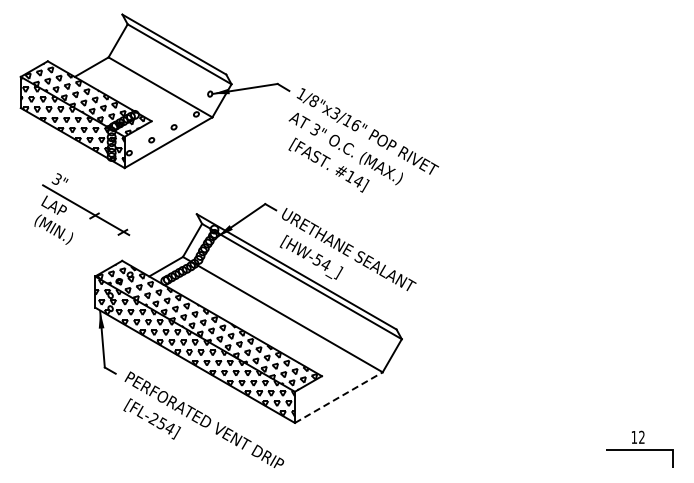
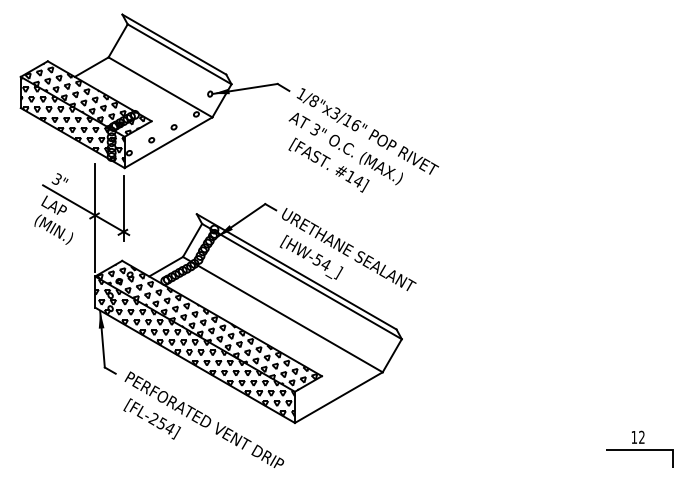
line at (123, 208): none -> present
line at (95, 217): none -> present
line at (338, 397): dashed -> solid
